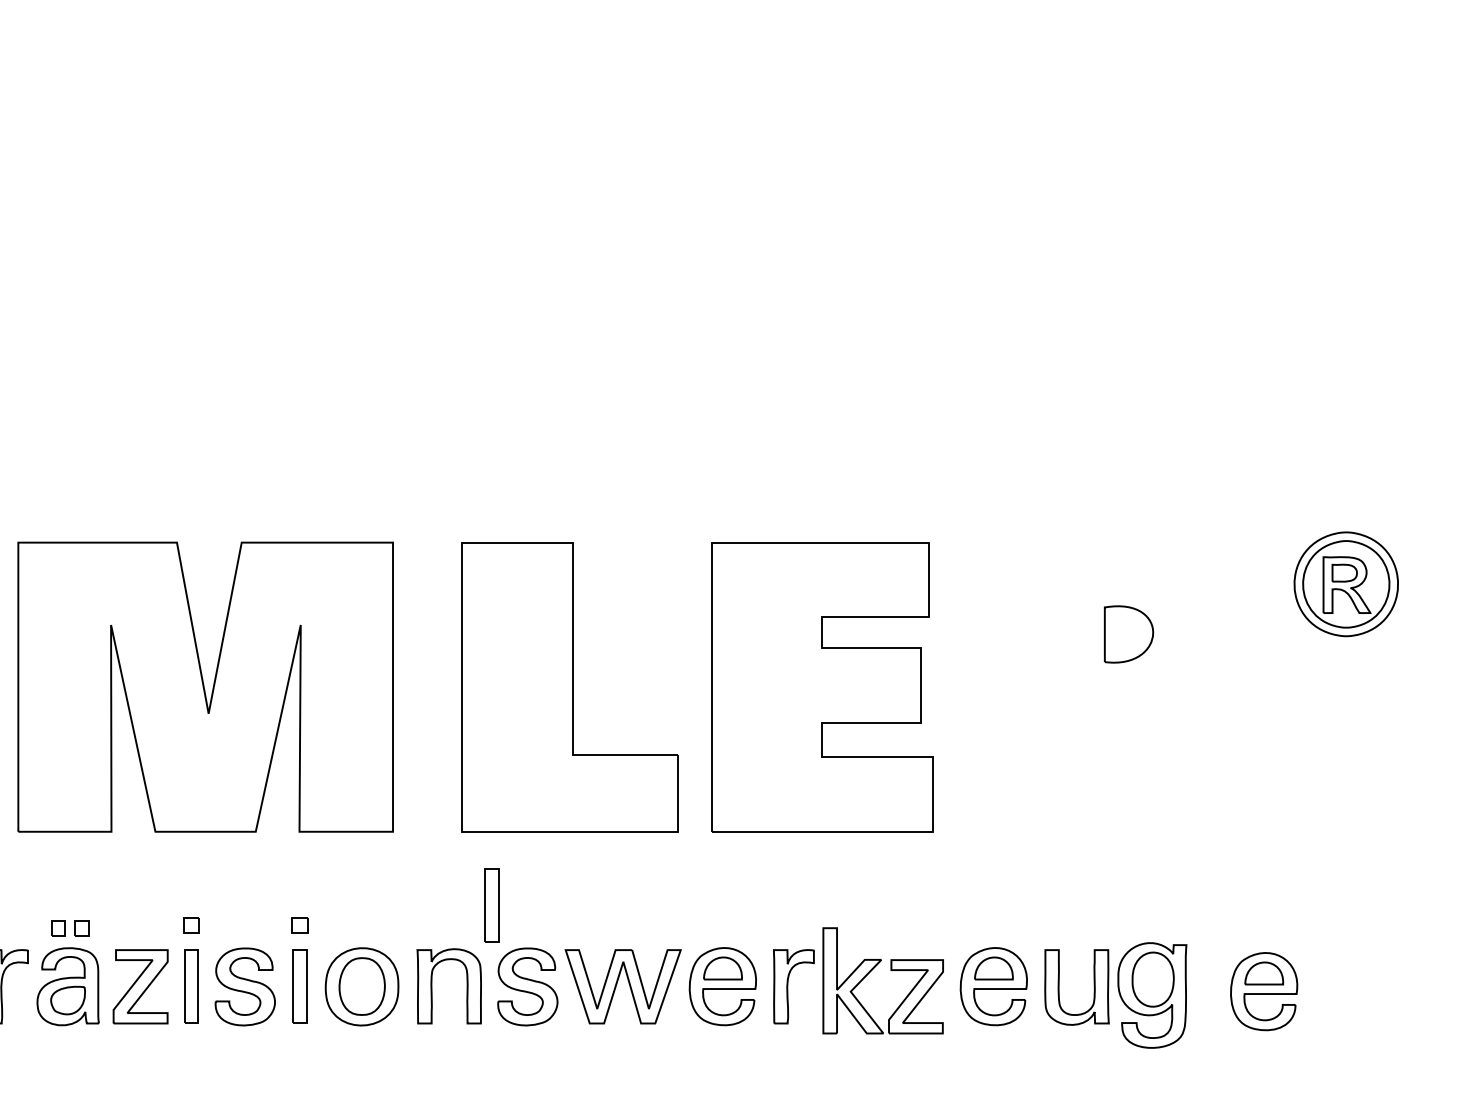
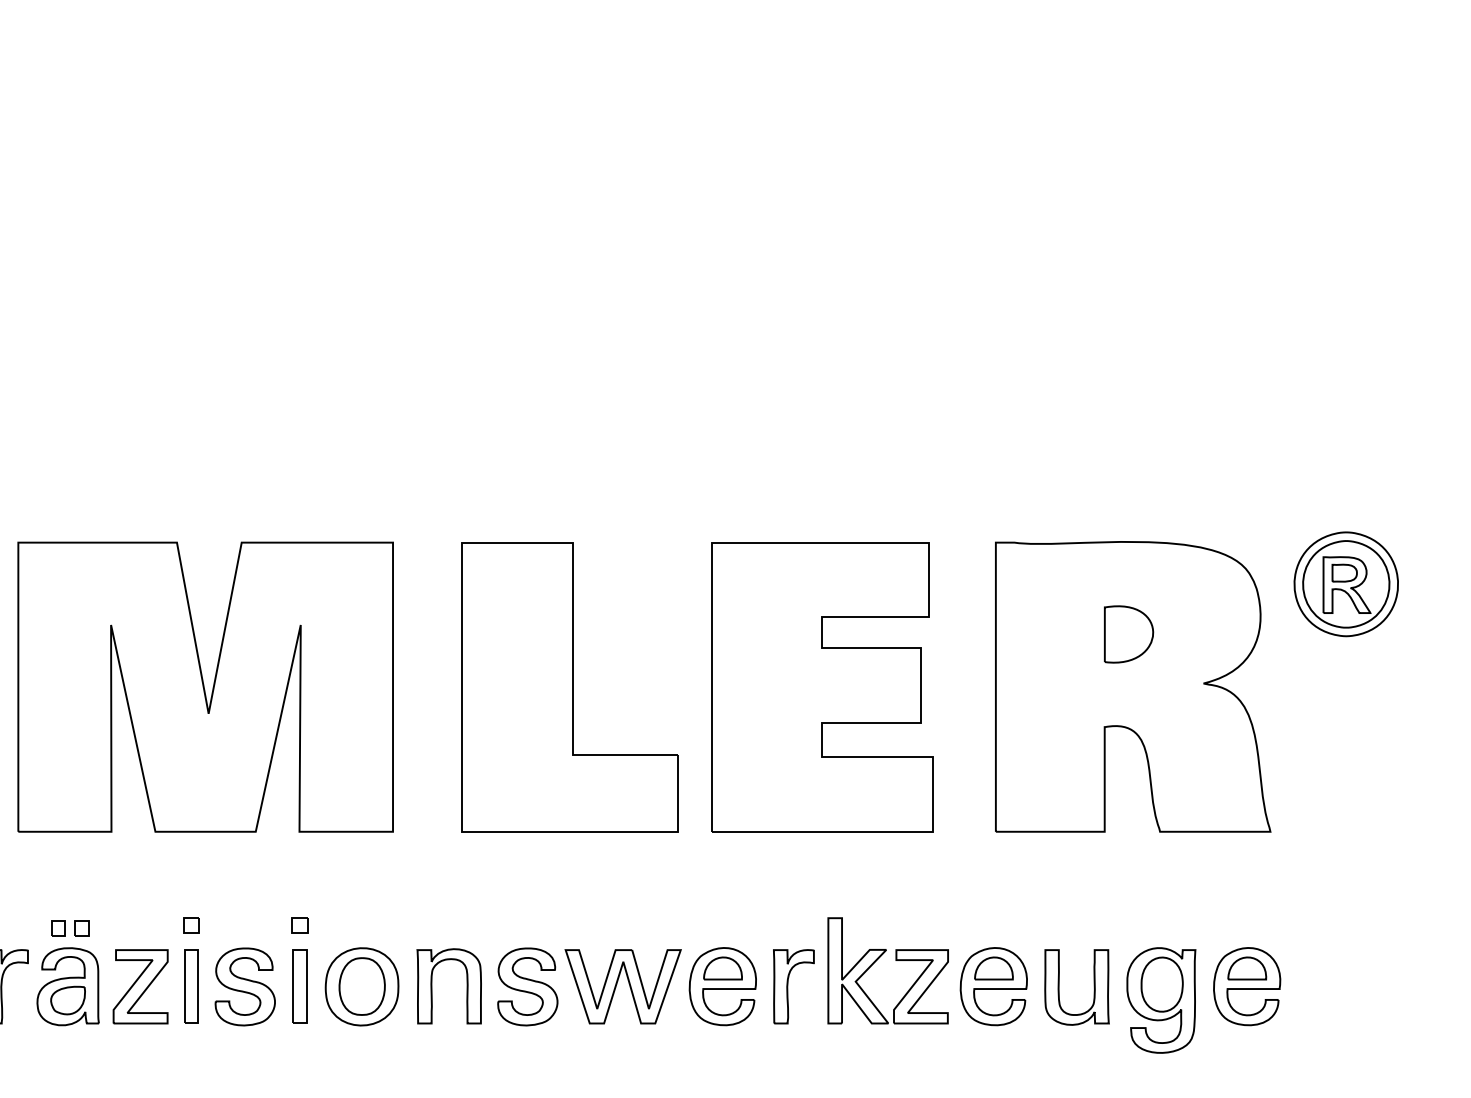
part at (1133, 686): none -> present
part at (491, 905): present -> none
part at (890, 970) position: (890, 970) -> (895, 960)
part at (1264, 991) position: (1264, 991) -> (1247, 986)
part at (1152, 995) position: (1152, 995) -> (1161, 1000)
